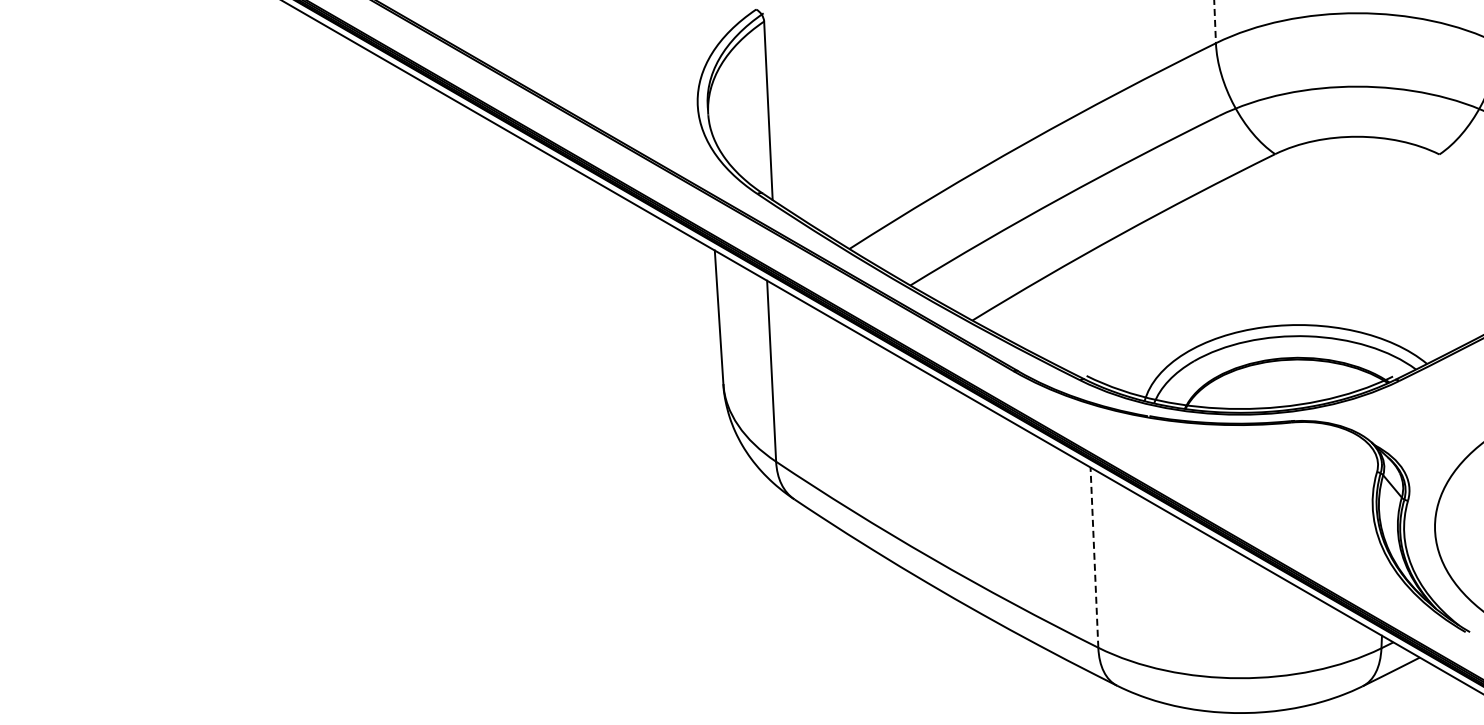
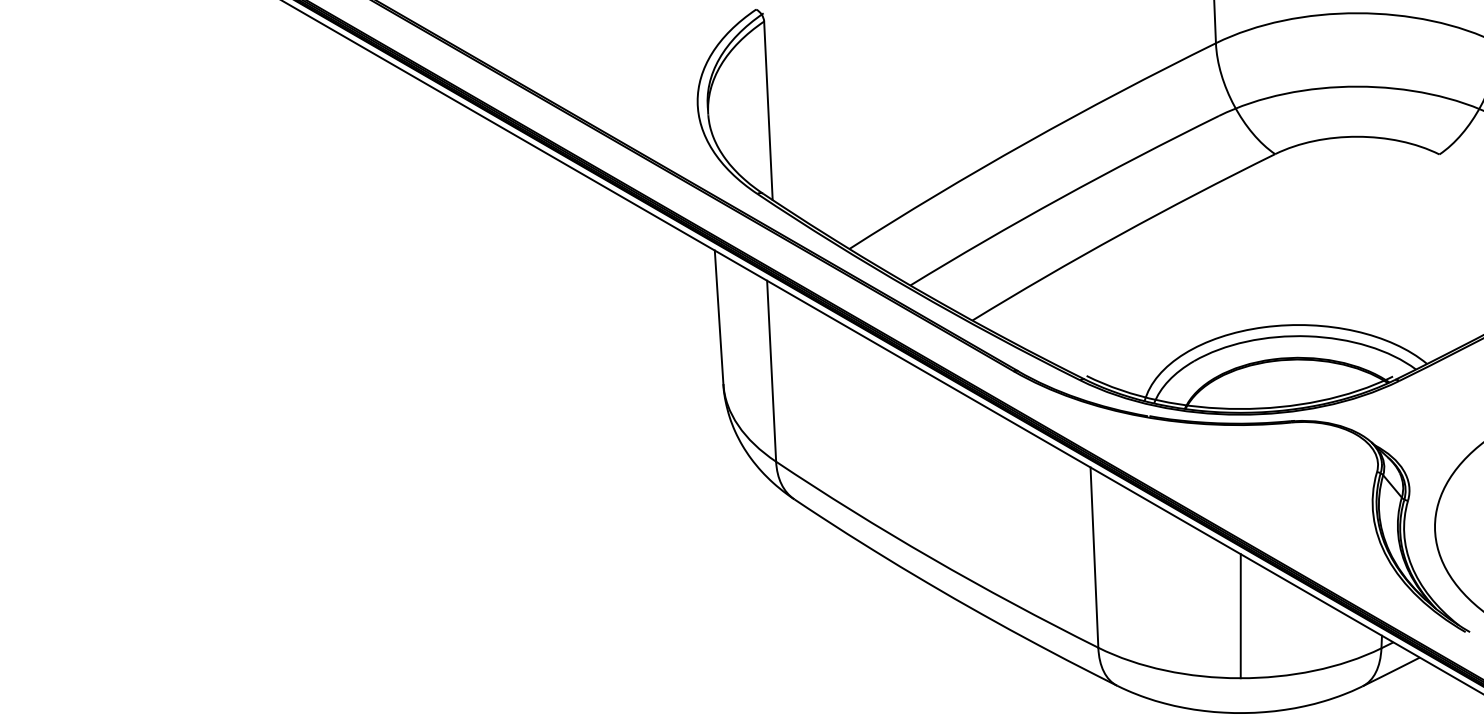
line at (1215, 22): dashed -> solid
line at (1094, 557): dashed -> solid
line at (1240, 616): none -> present
